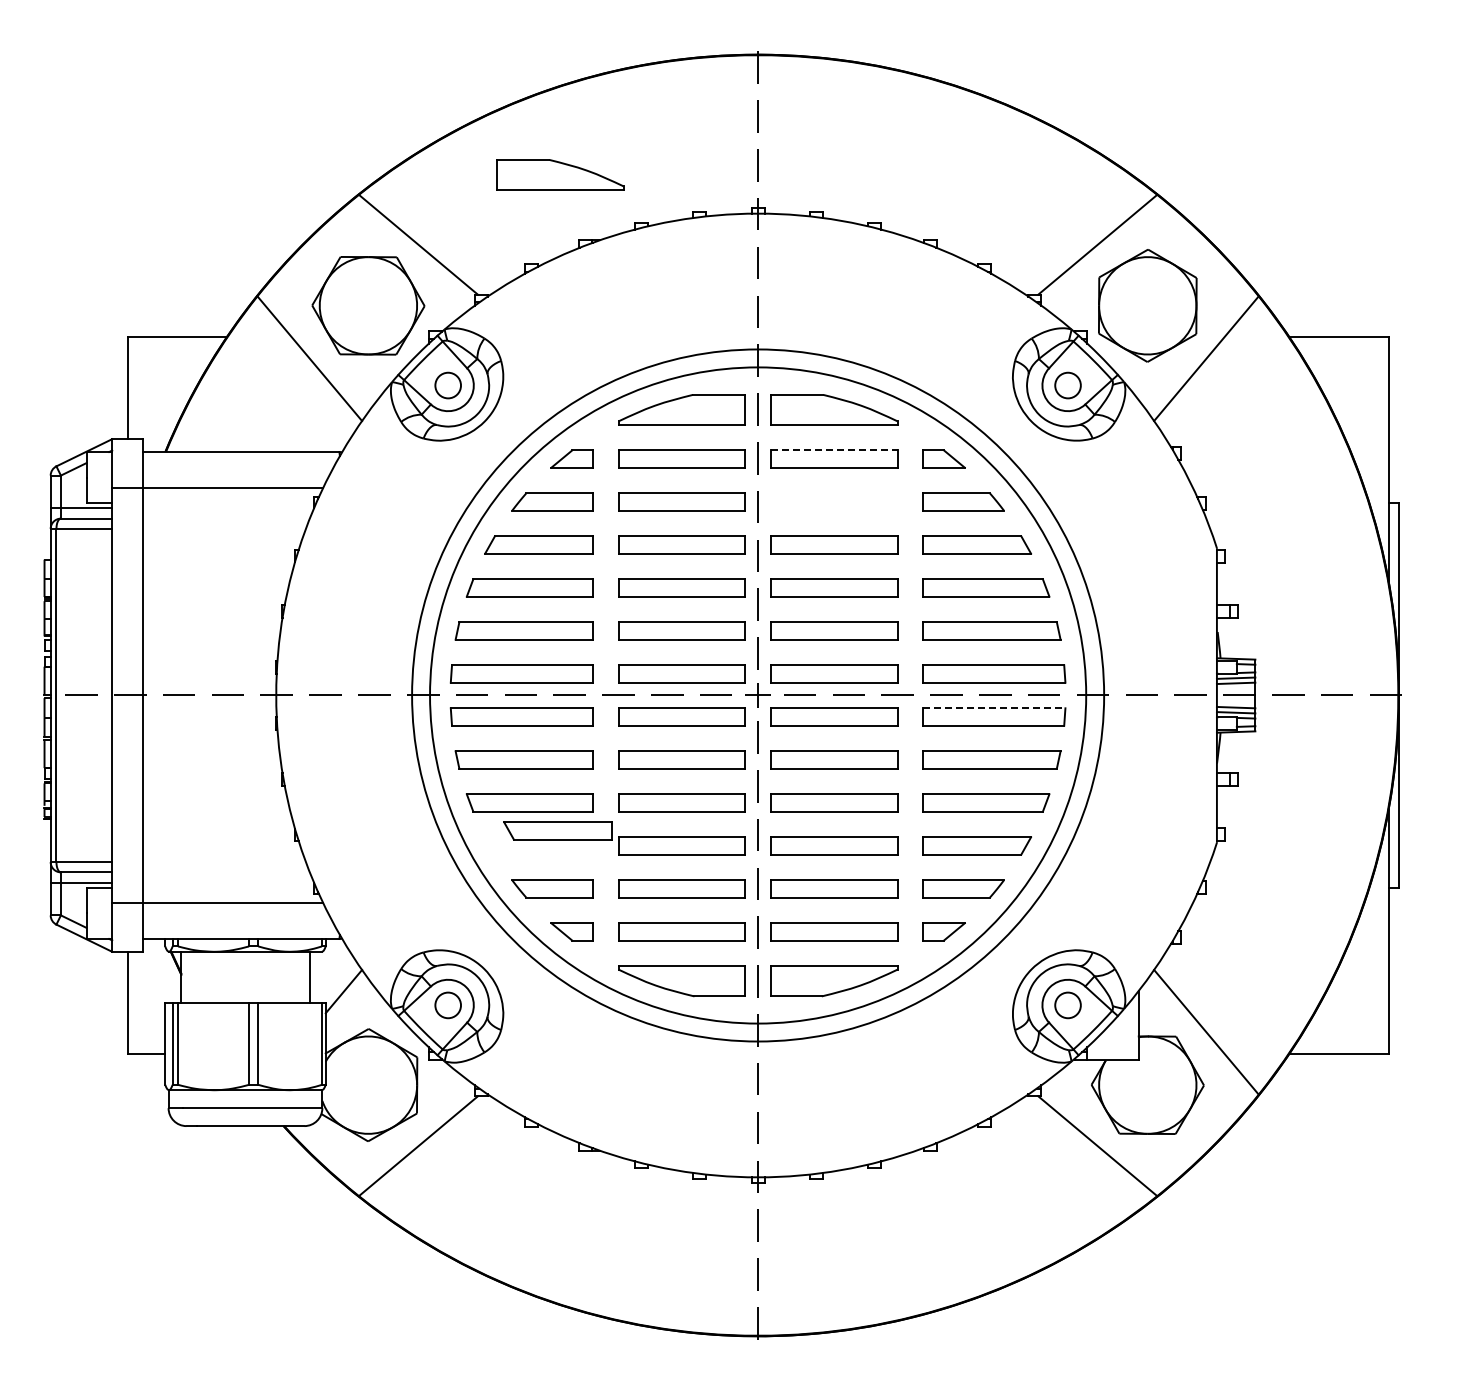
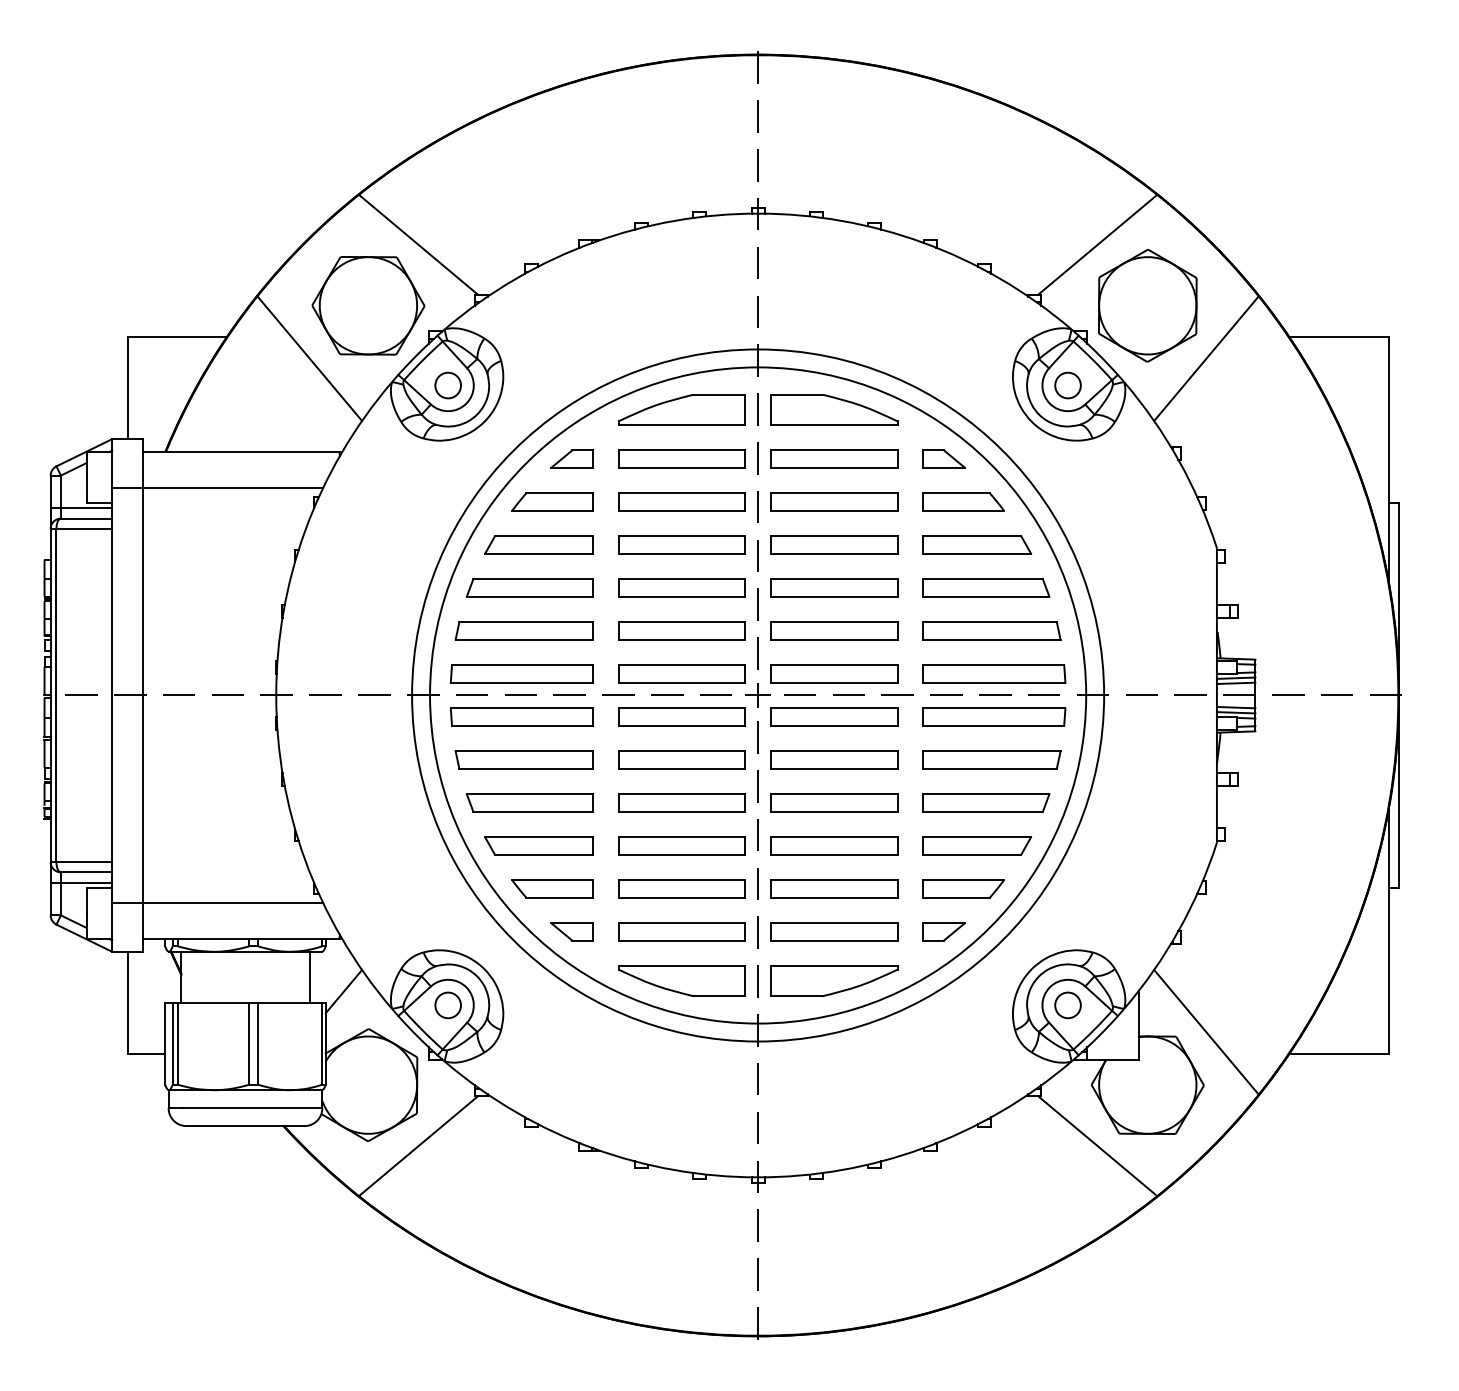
part at (560, 174): present -> none
line at (834, 450): dashed -> solid
part at (834, 501): none -> present
line at (994, 708): dashed -> solid
part at (557, 830) position: (557, 830) -> (538, 845)
